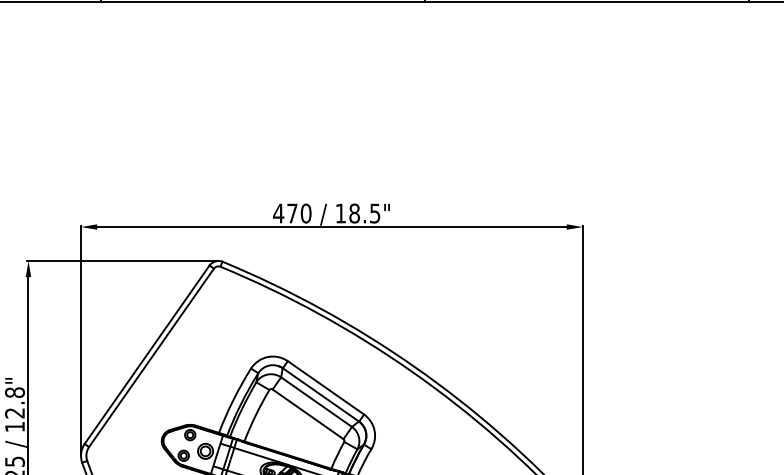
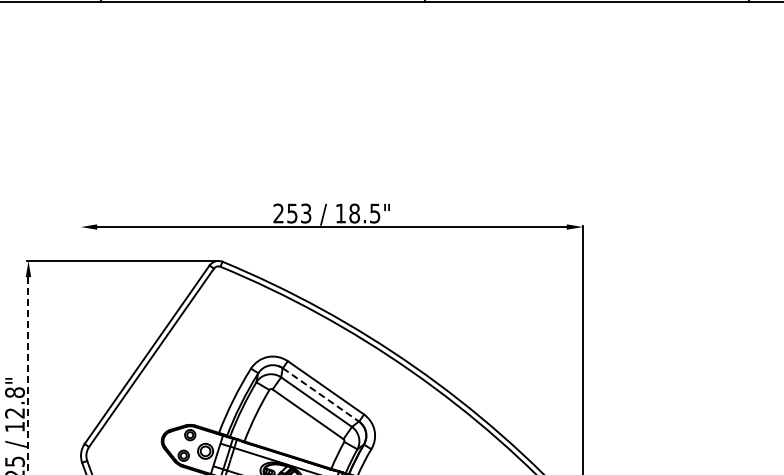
text at (292, 213): 470 -> 253
line at (80, 340): present -> none
line at (28, 375): solid -> dashed
line at (321, 394): solid -> dashed
